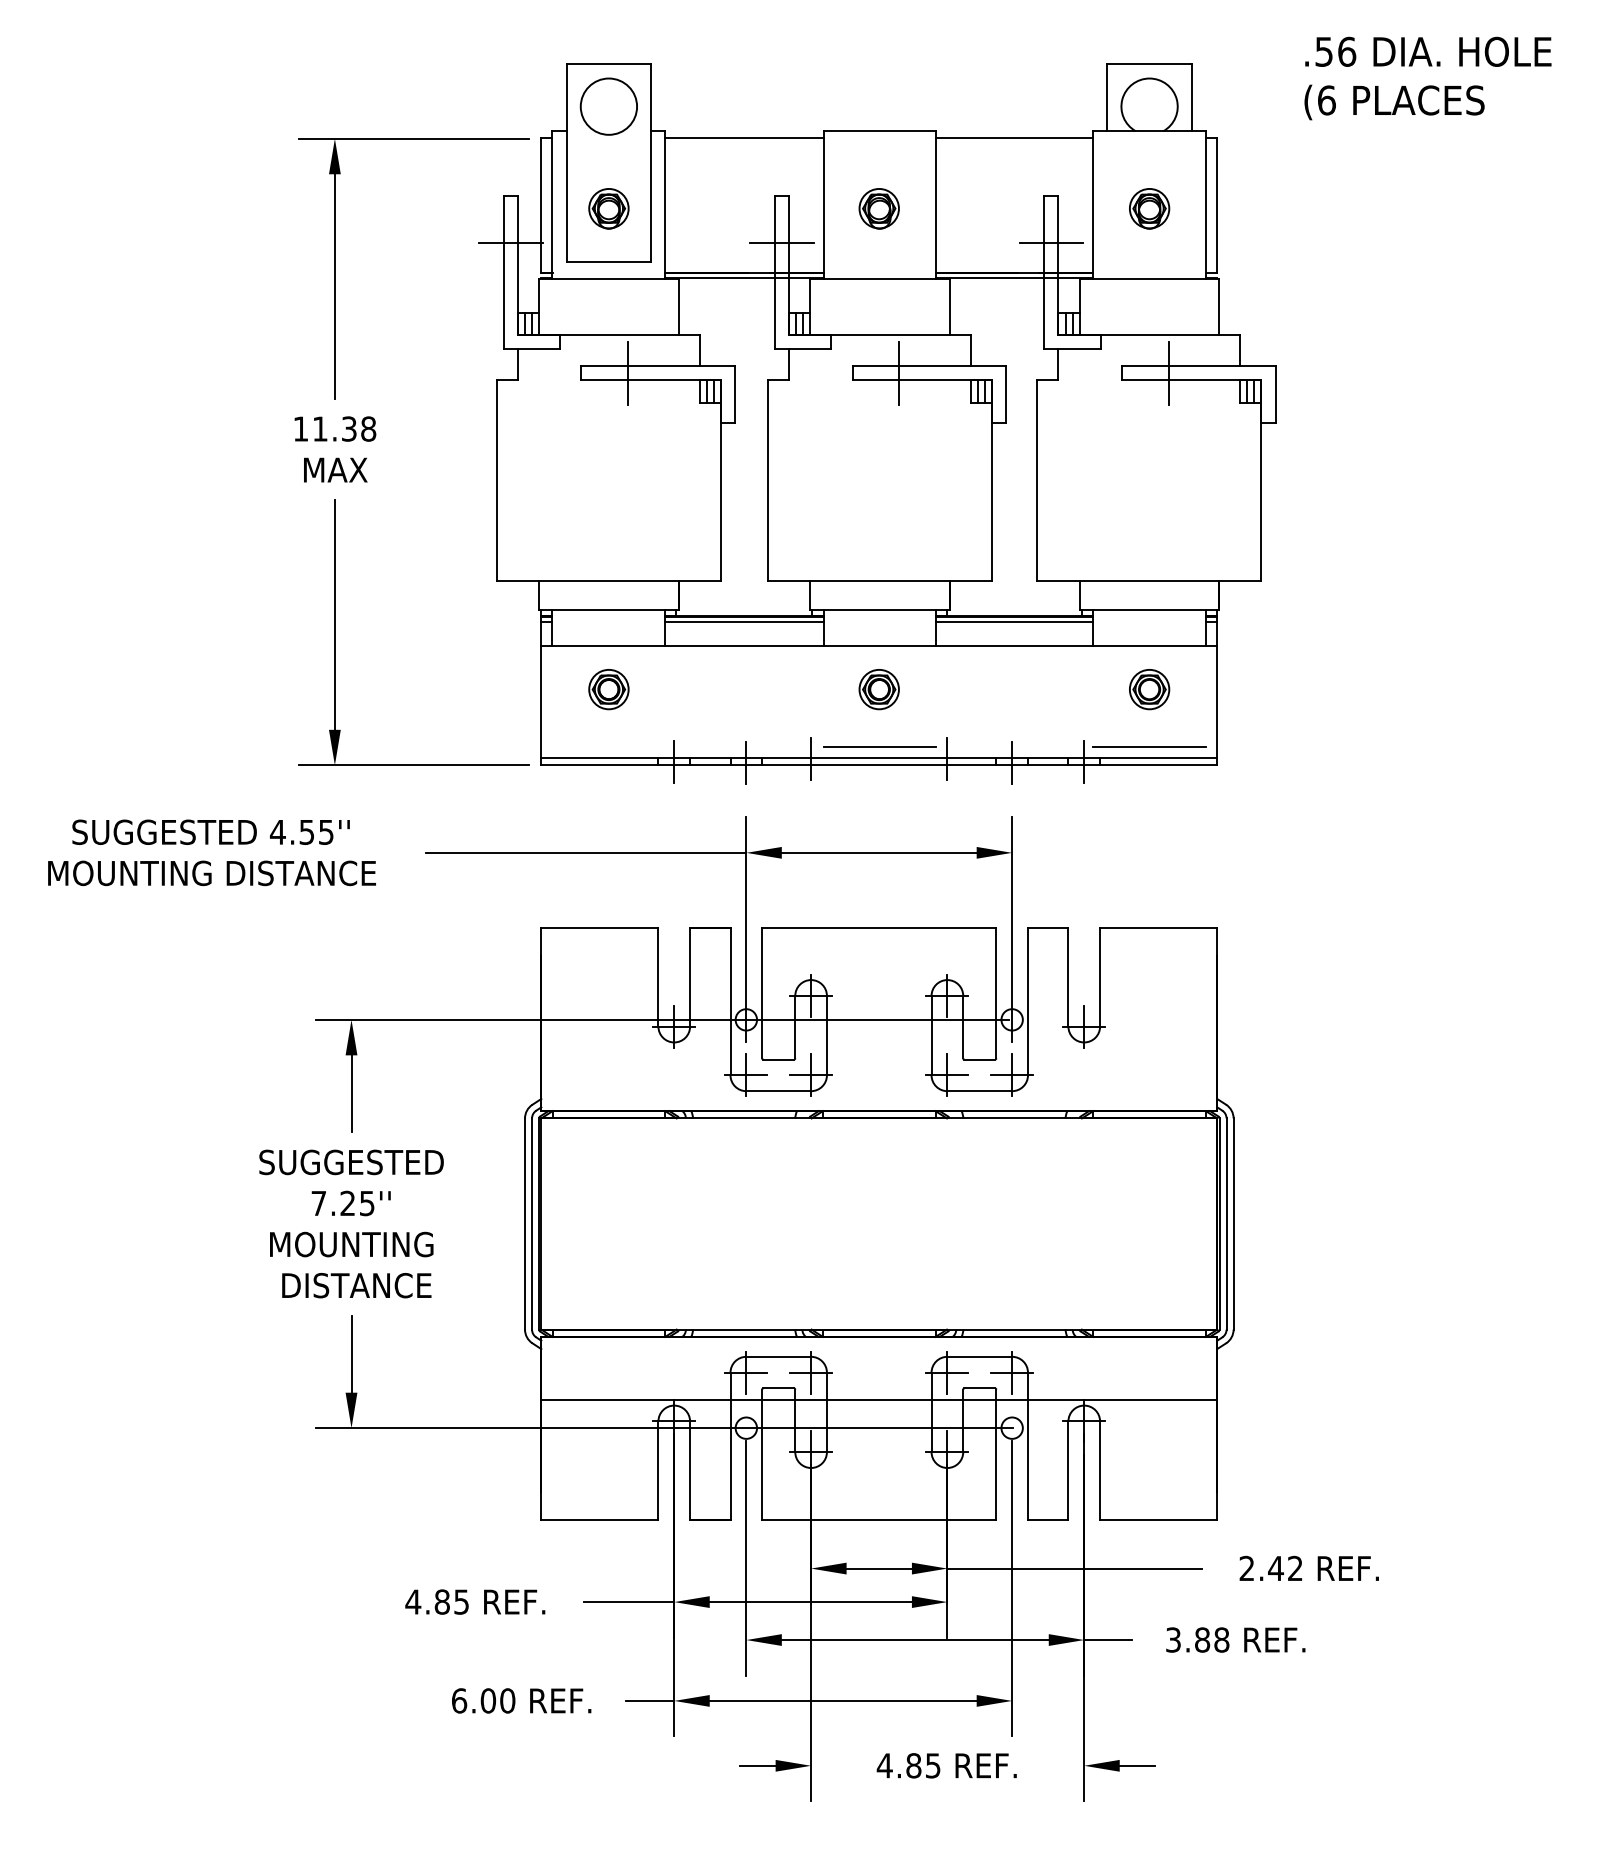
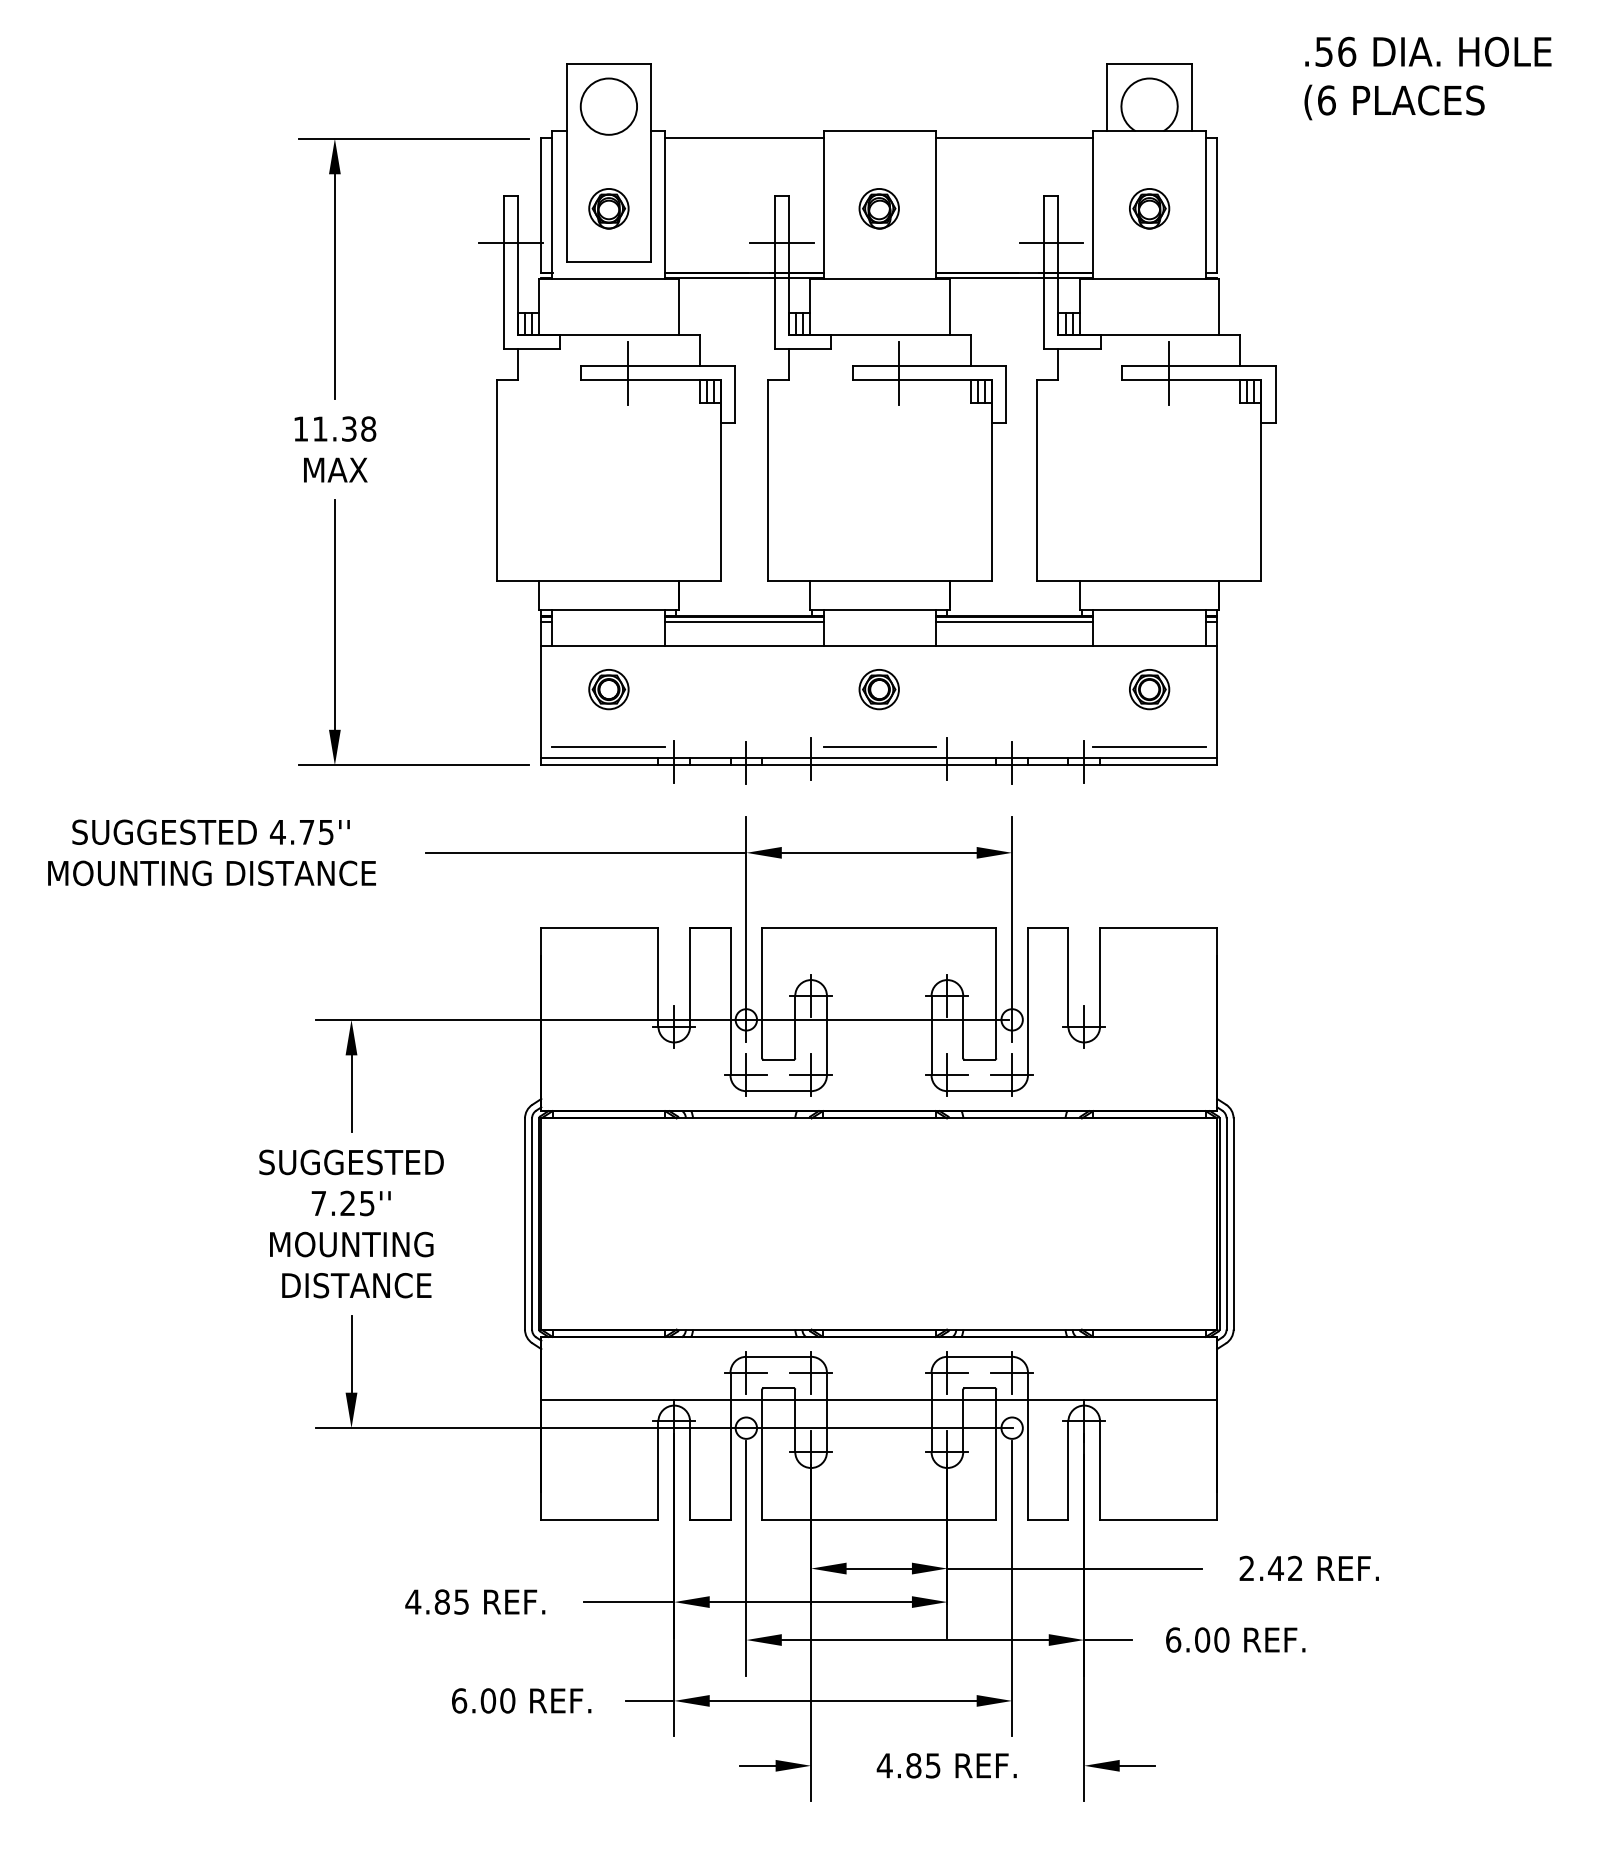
line at (608, 746): none -> present
text at (306, 832): 4.55'' -> 4.75''
text at (1197, 1639): 3.88 -> 6.00
